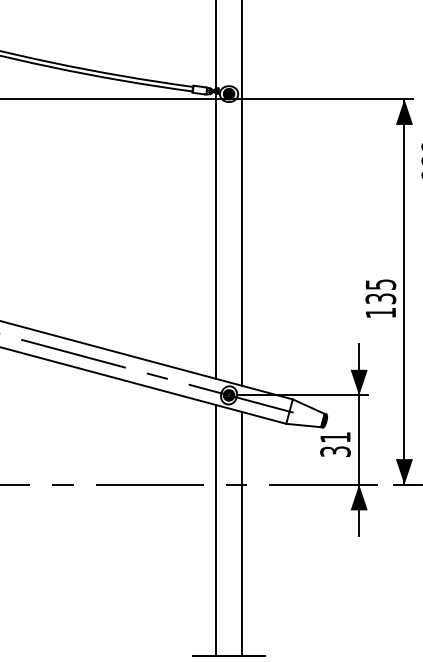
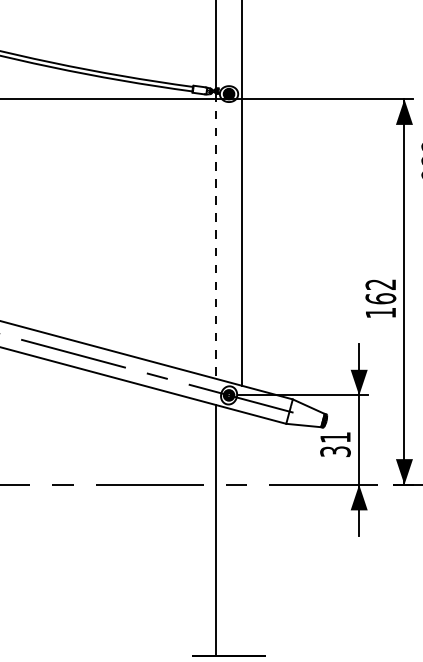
line at (216, 236): solid -> dashed
text at (380, 291): 135 -> 162
line at (241, 533): present -> none
